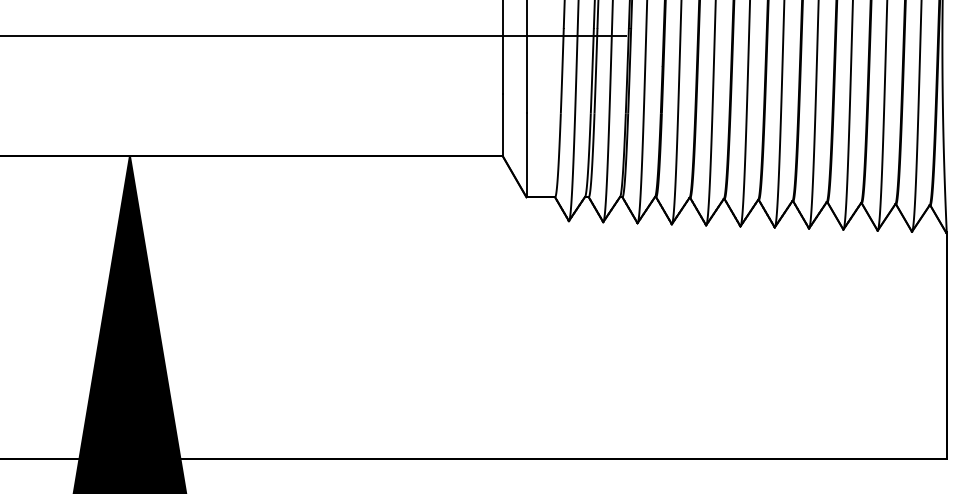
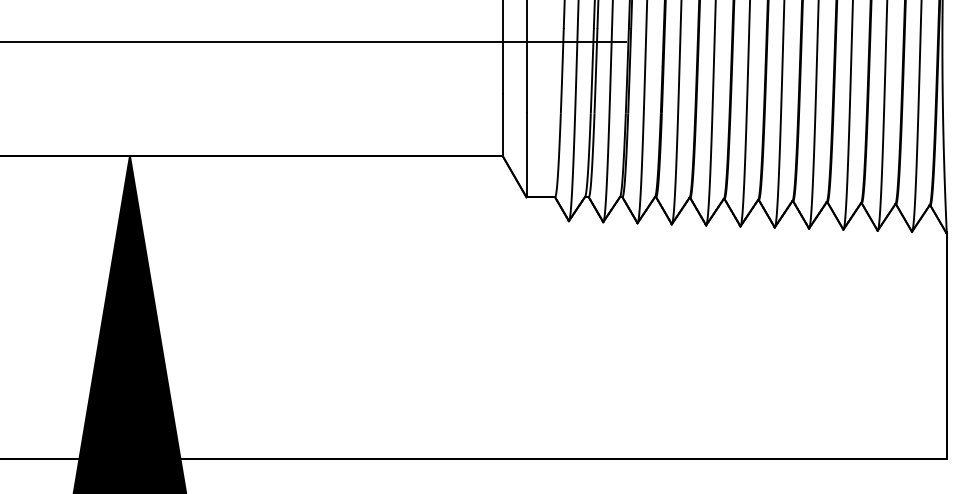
line at (314, 35) position: (314, 35) -> (314, 41)
